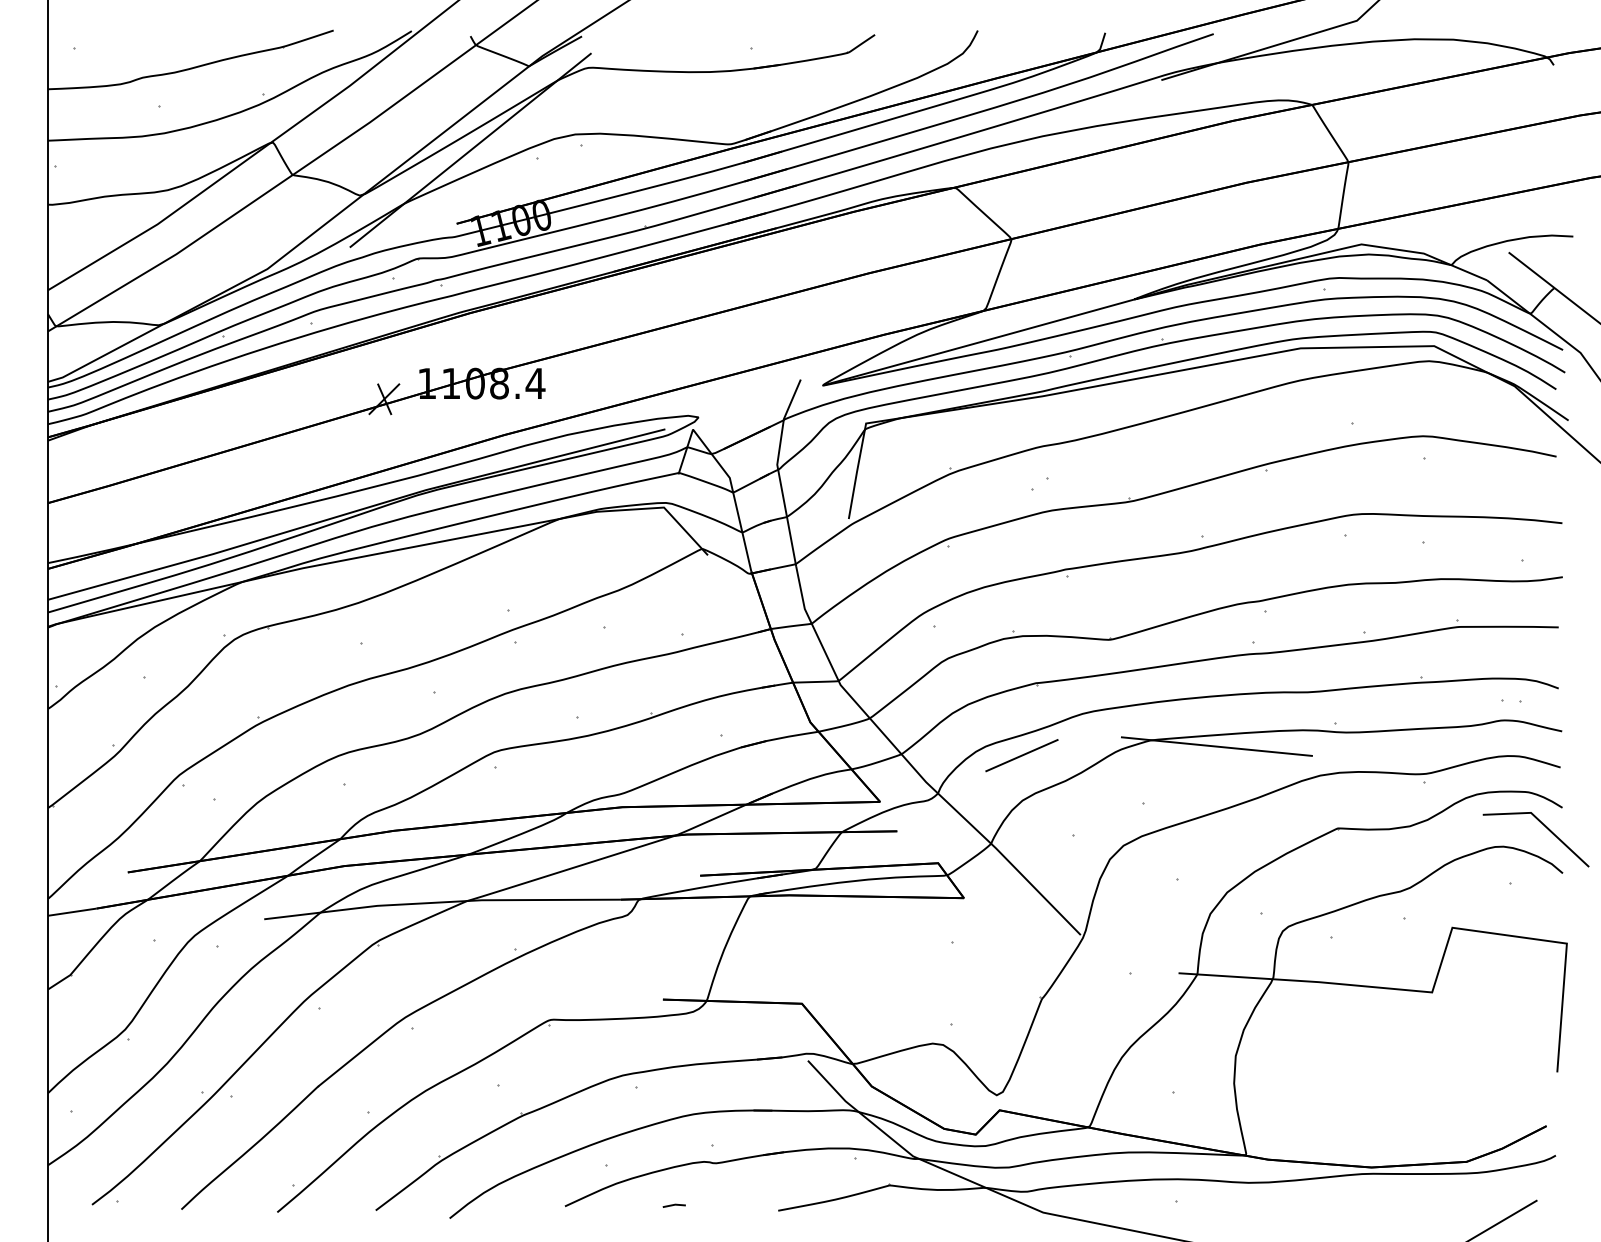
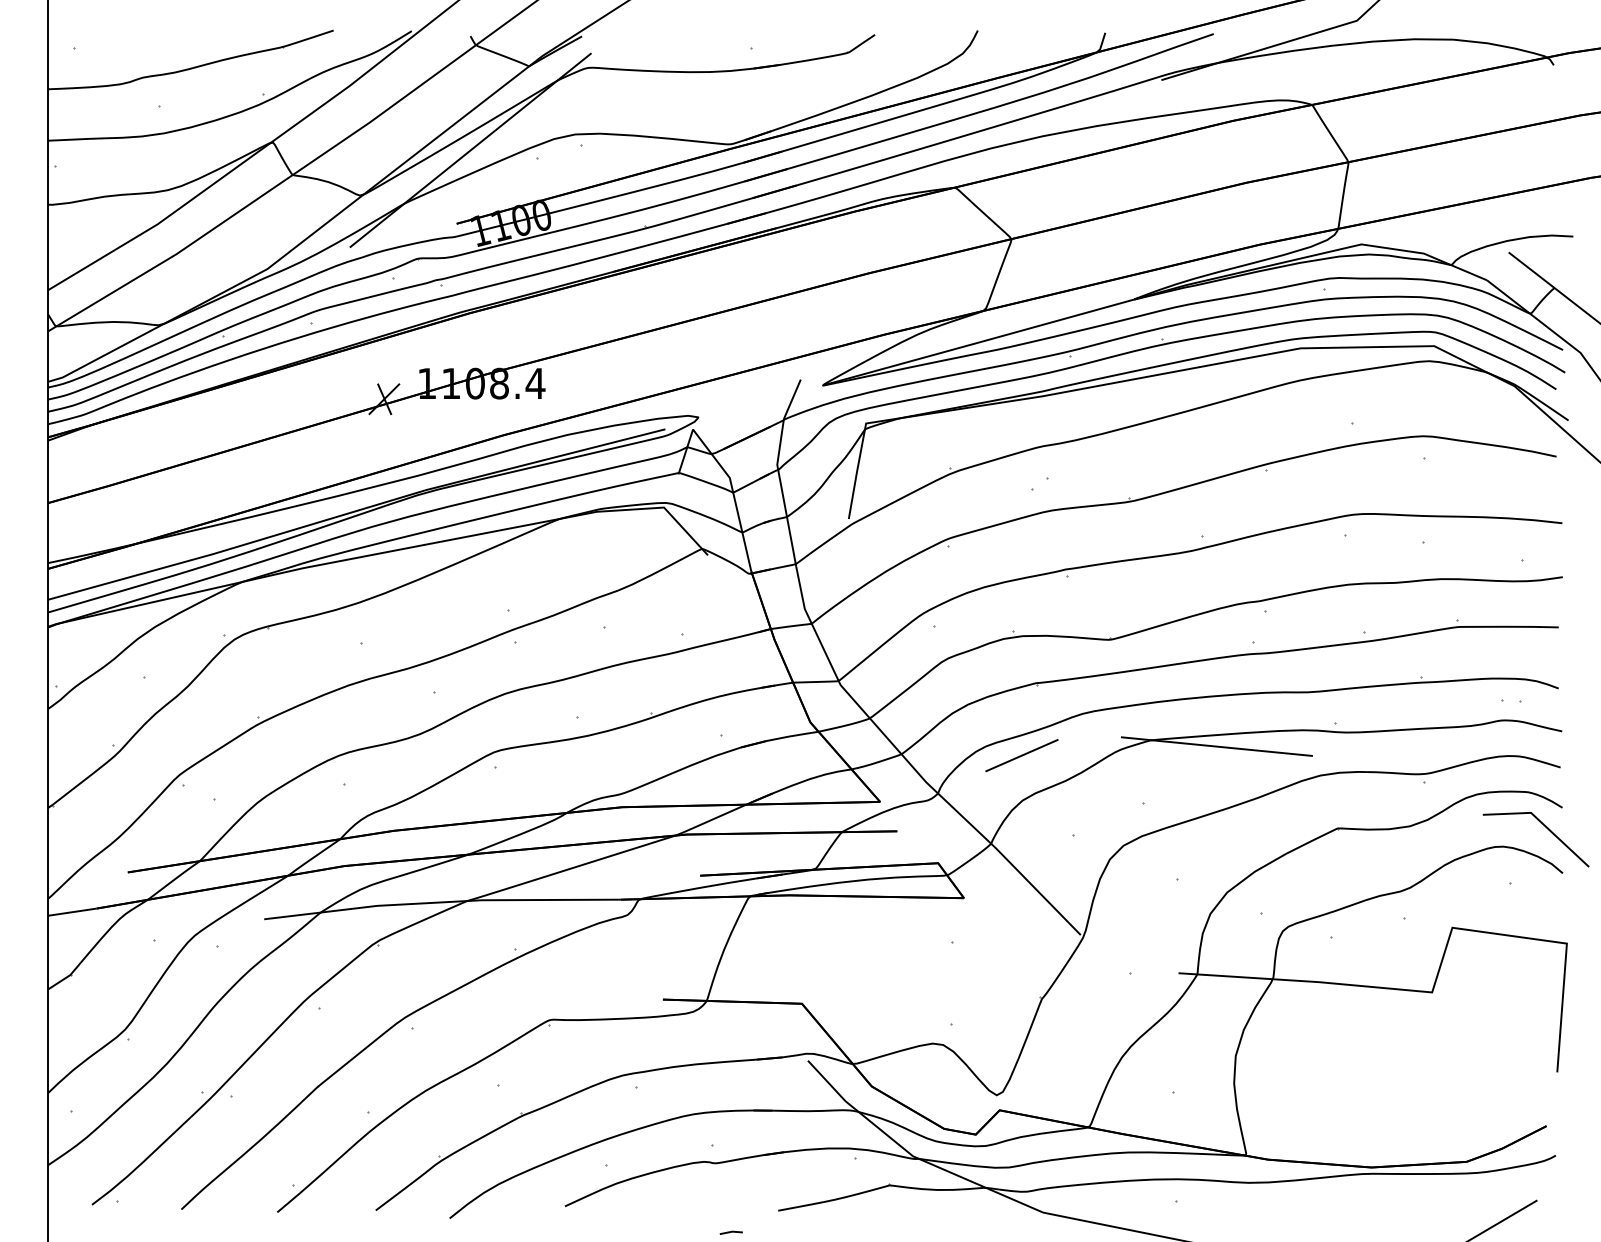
line at (673, 1205) position: (673, 1205) -> (730, 1232)
